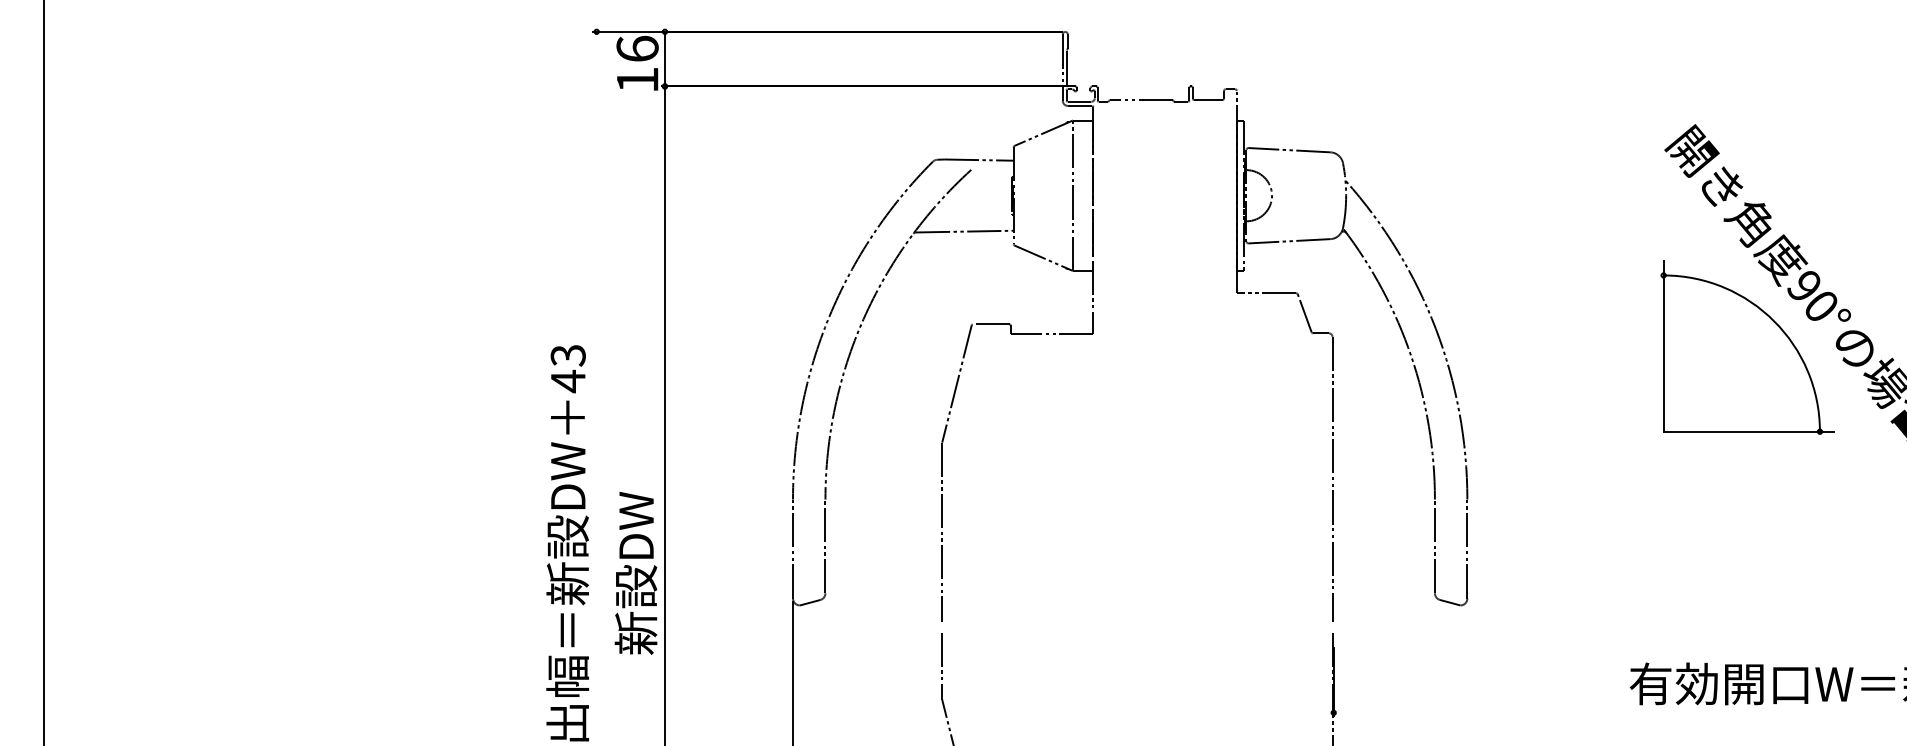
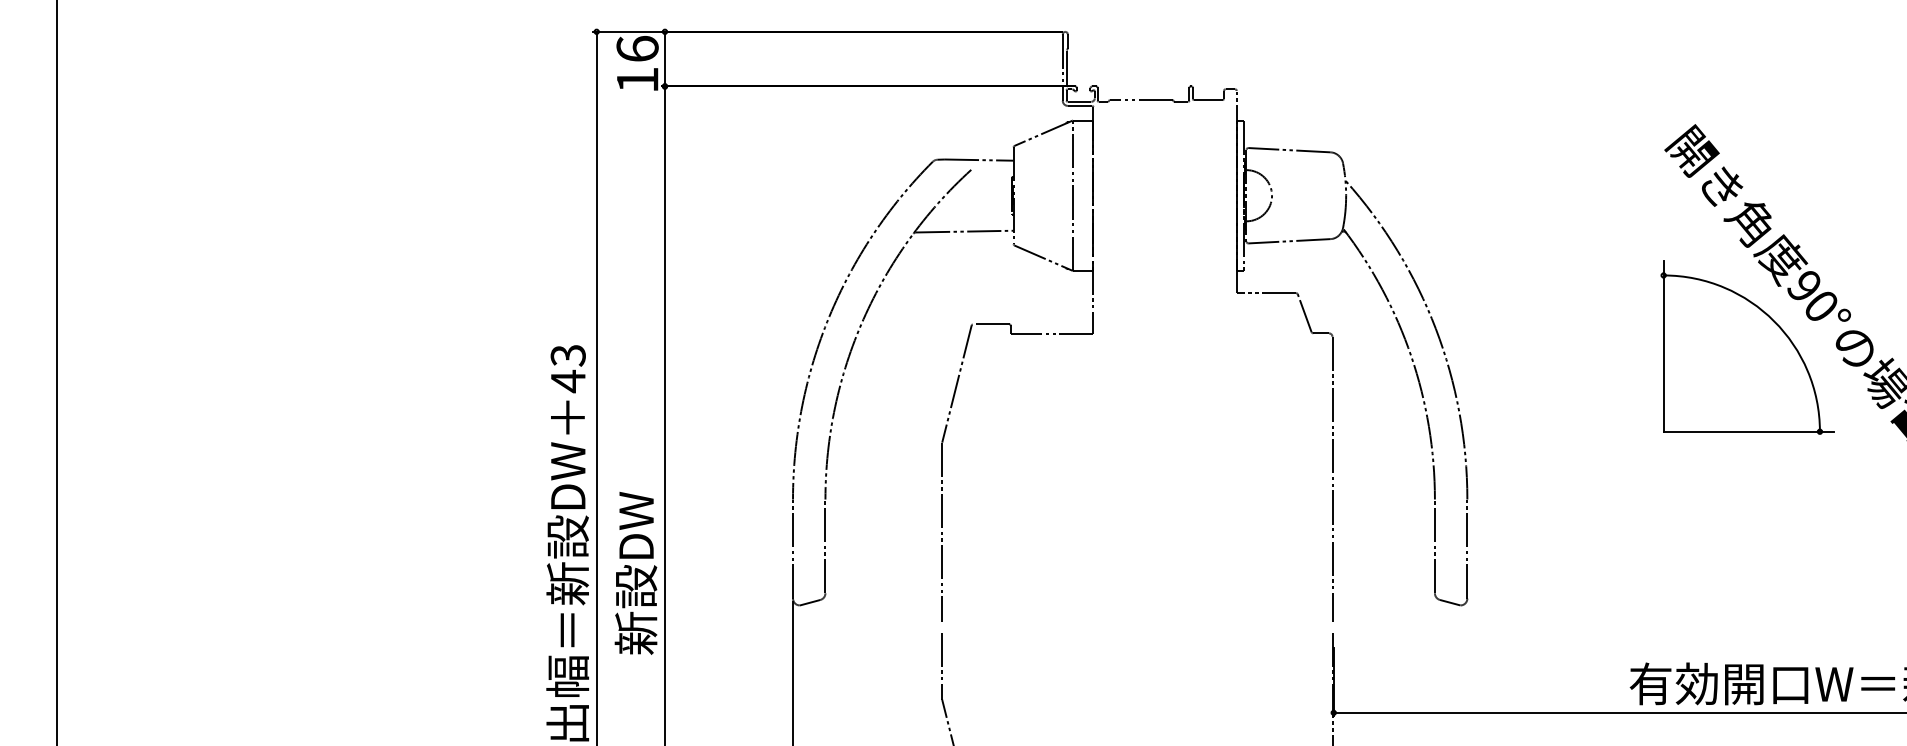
line at (44, 372) position: (44, 372) -> (57, 372)
line at (596, 386): none -> present
line at (1618, 712): none -> present
